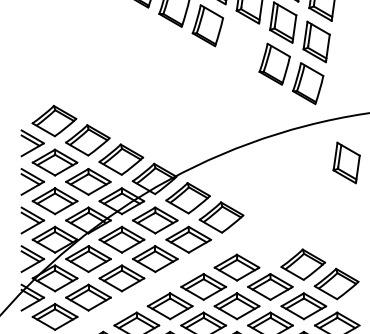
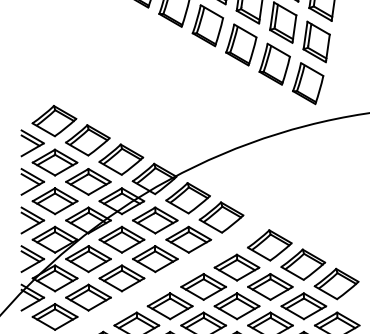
part at (241, 44): none -> present
part at (346, 162): present -> none
part at (269, 245): none -> present
